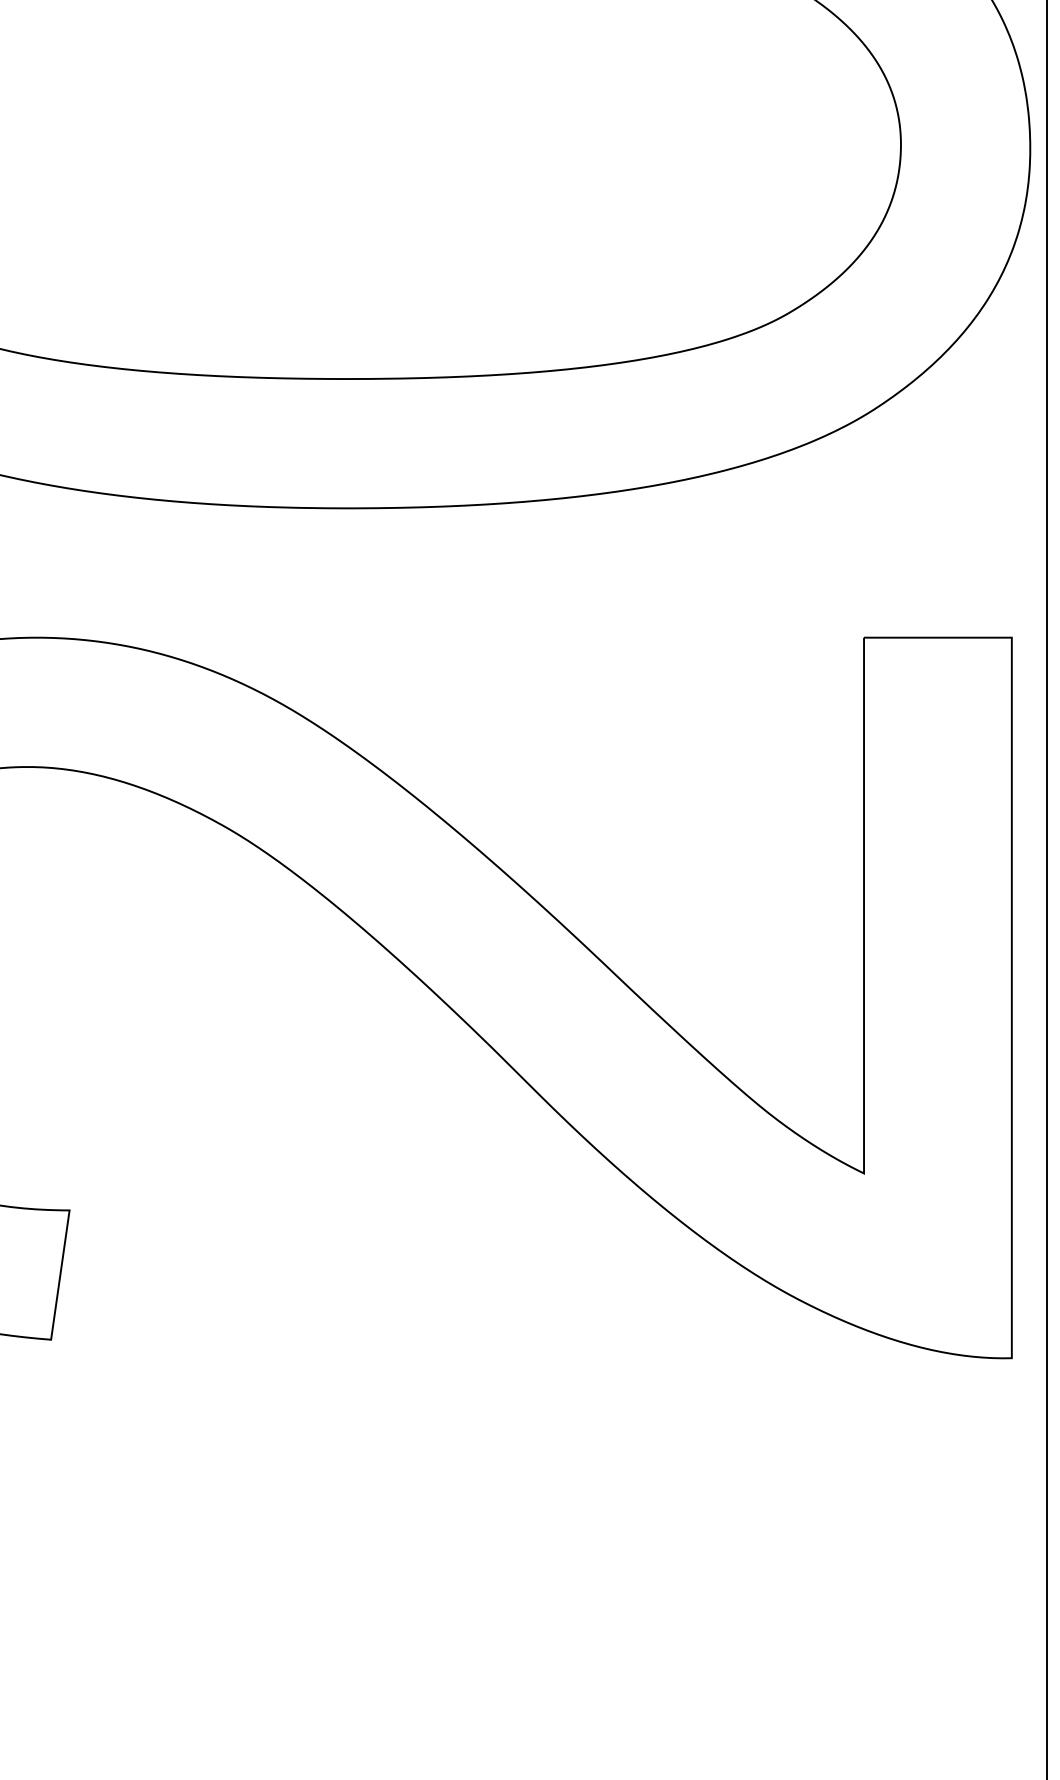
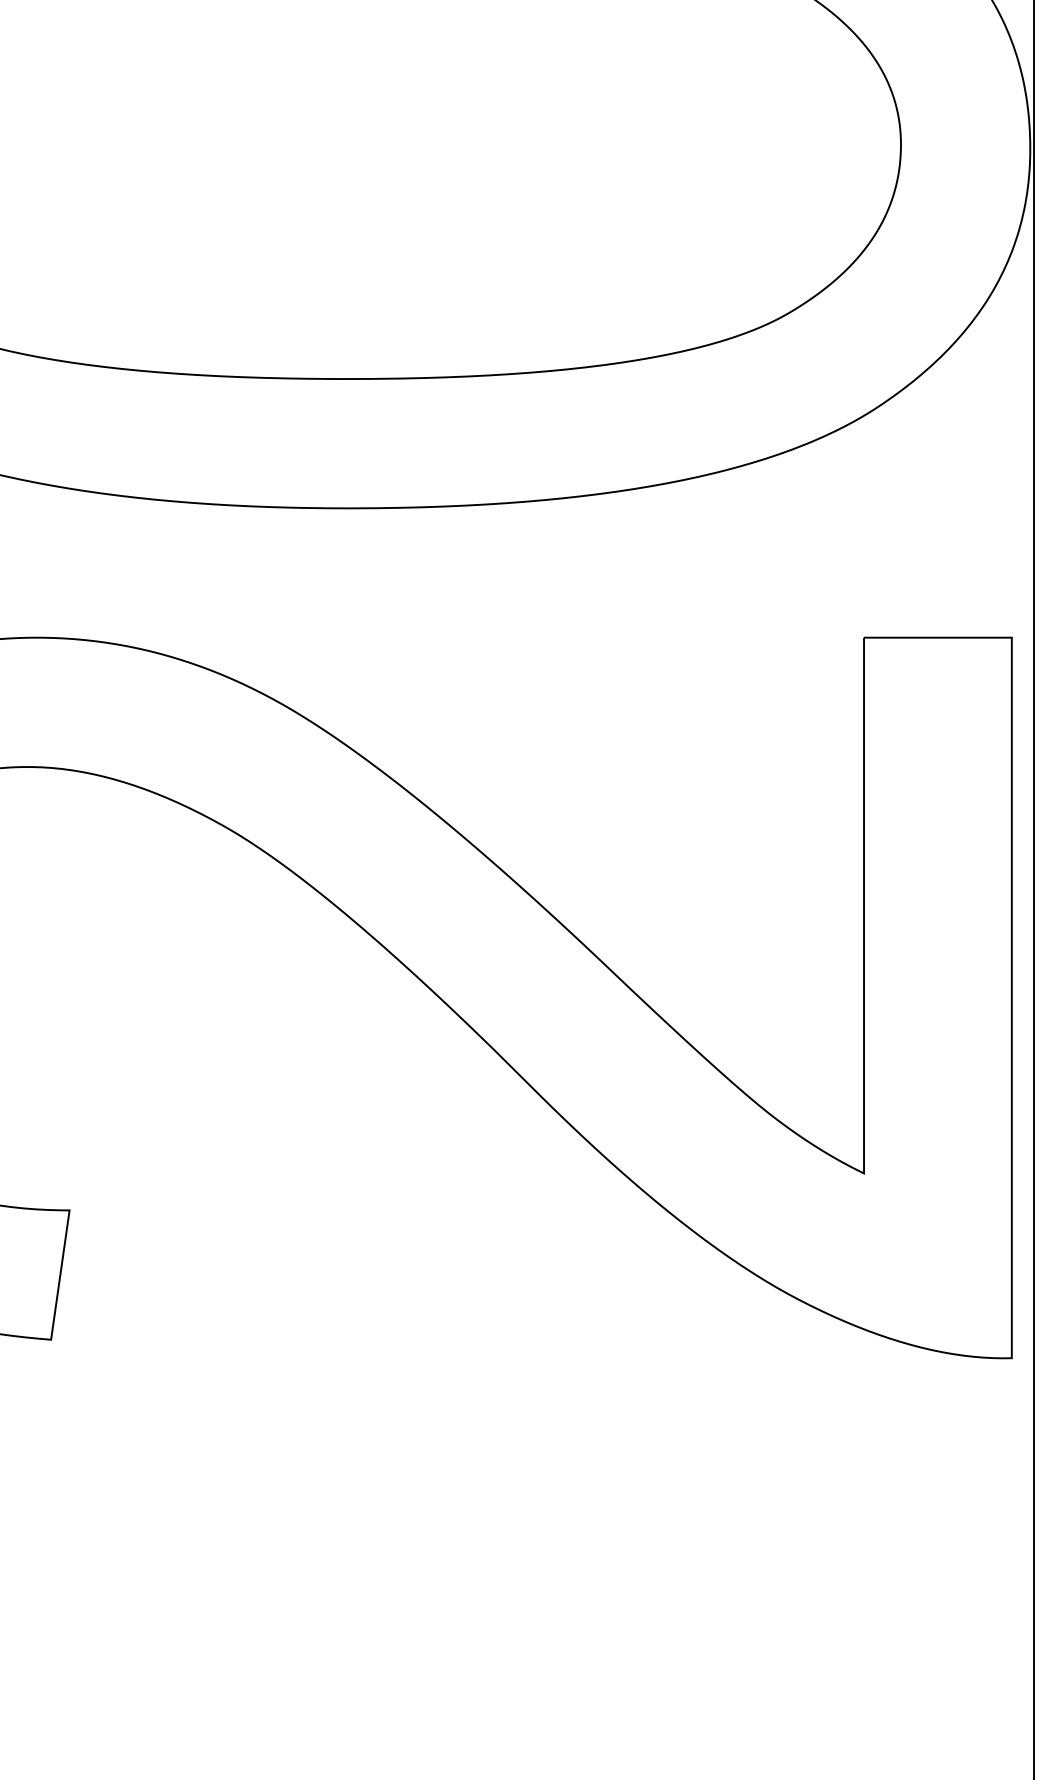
line at (1047, 889) position: (1047, 889) -> (1034, 889)
